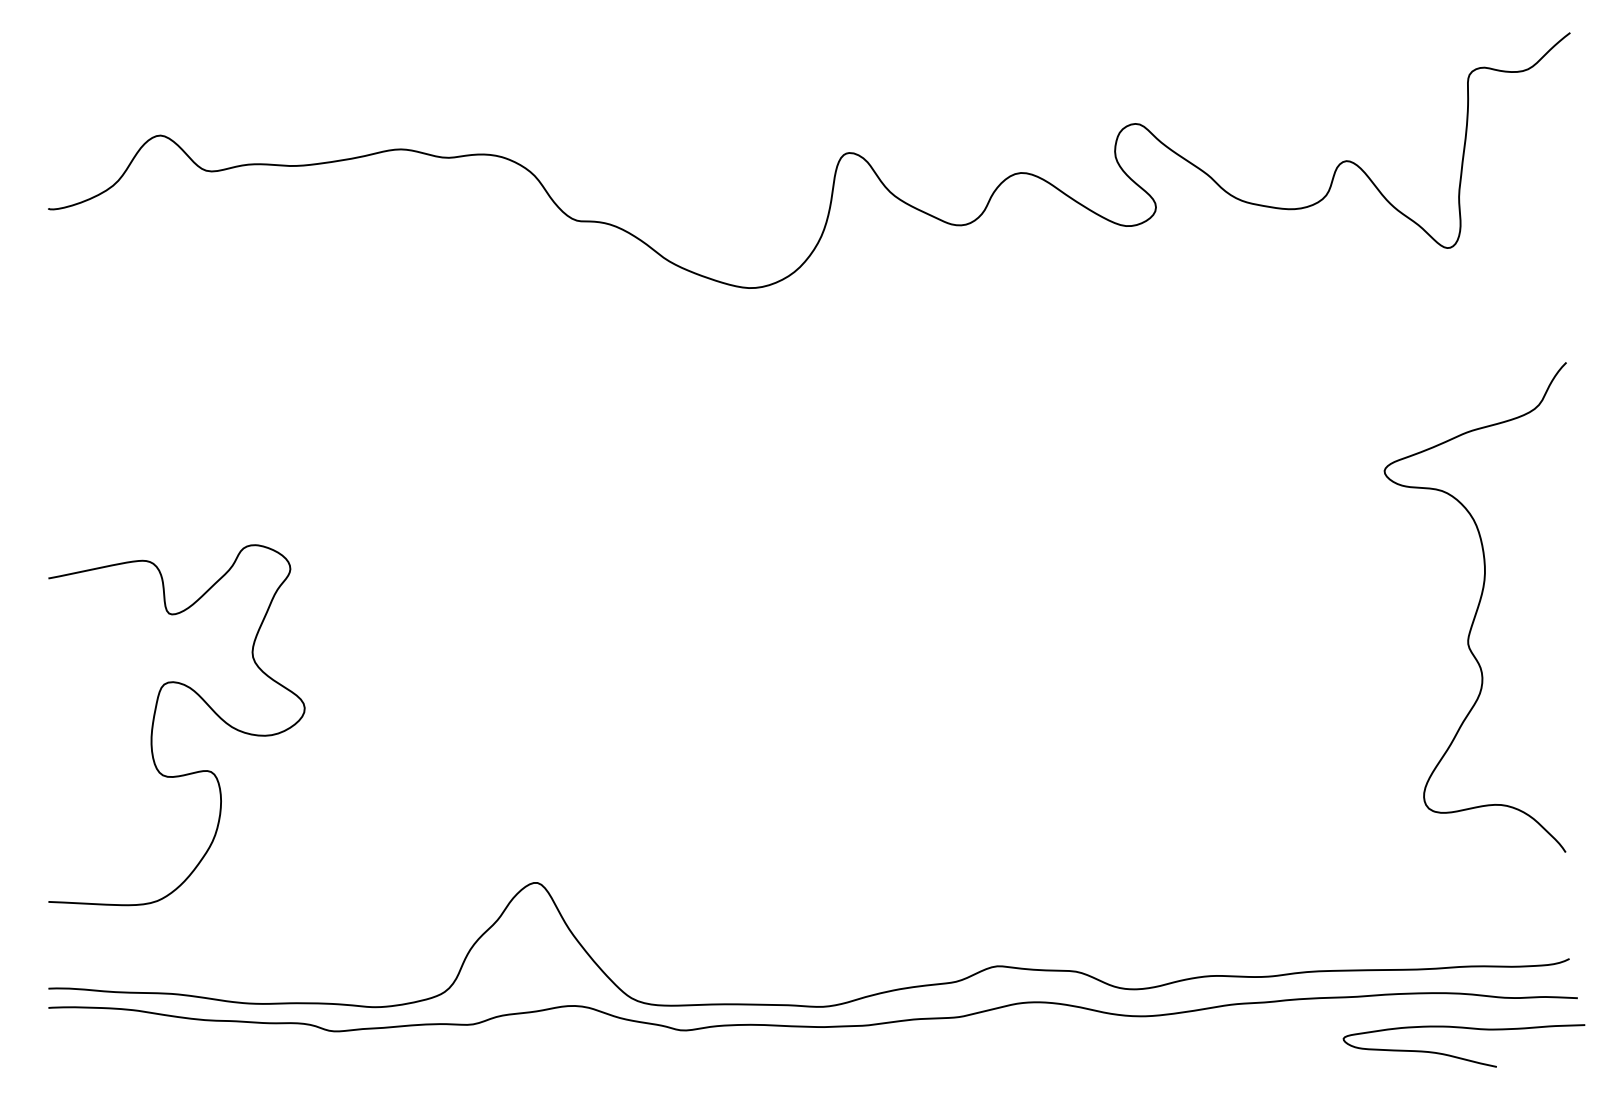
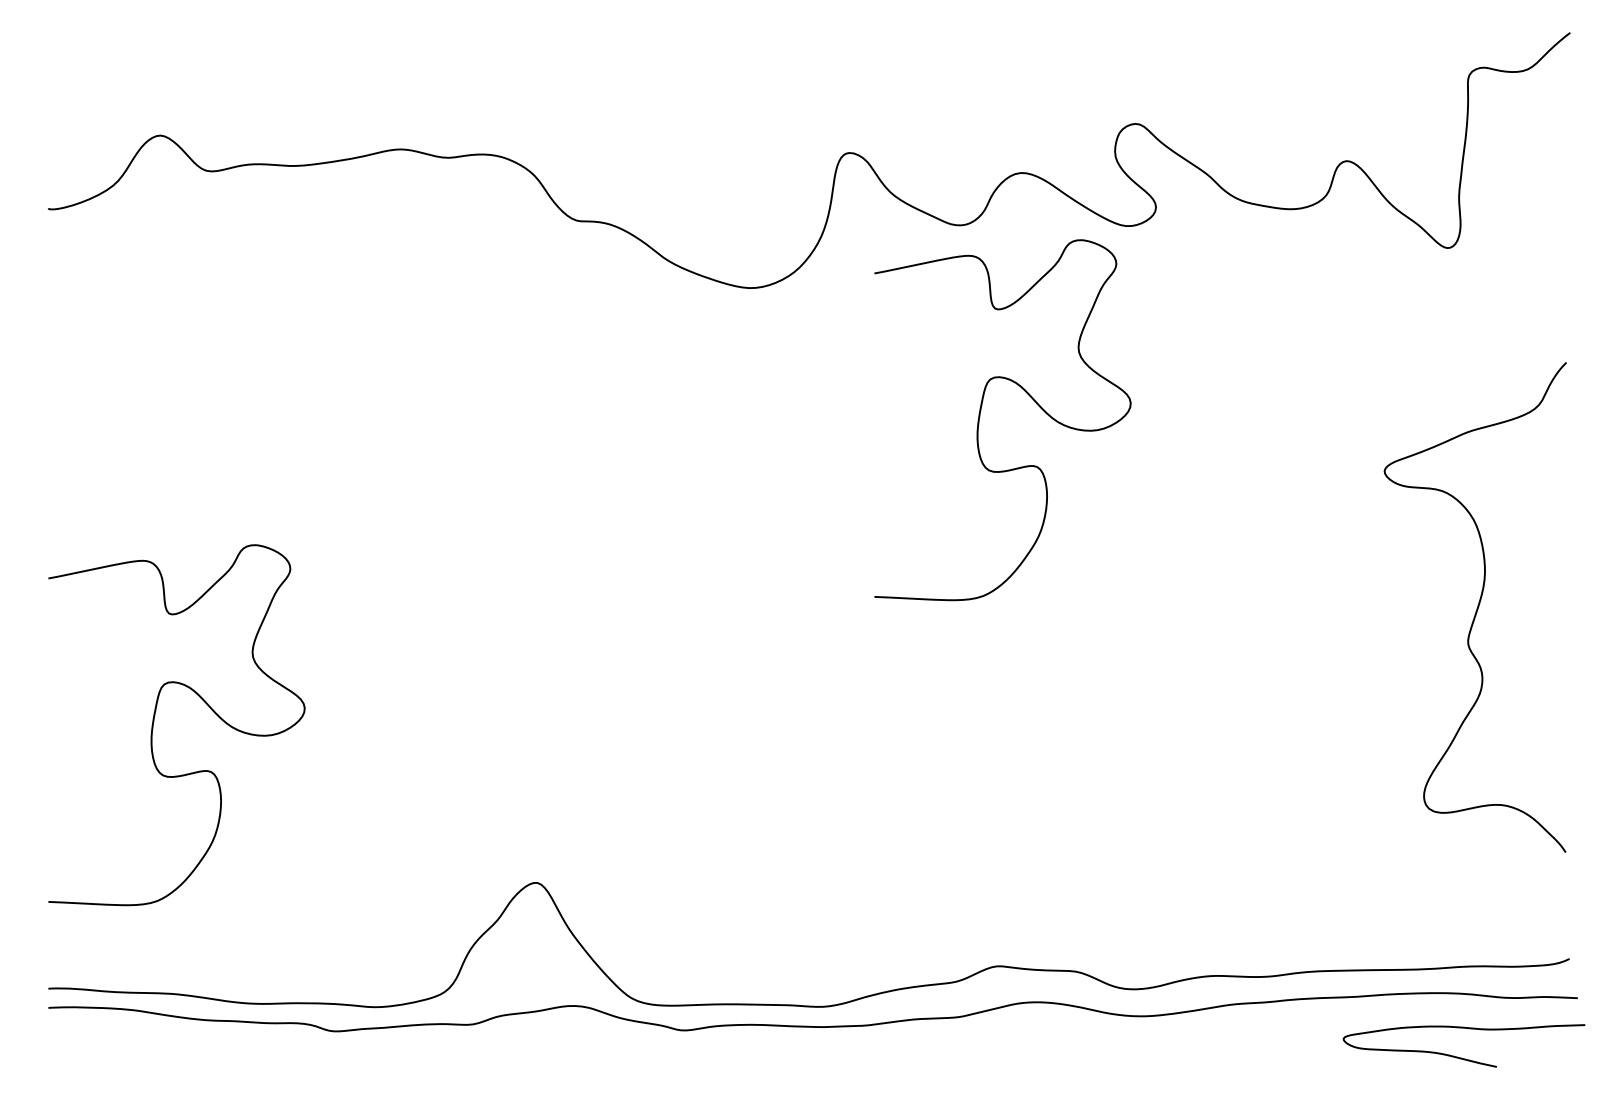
curve at (980, 417): none -> present
